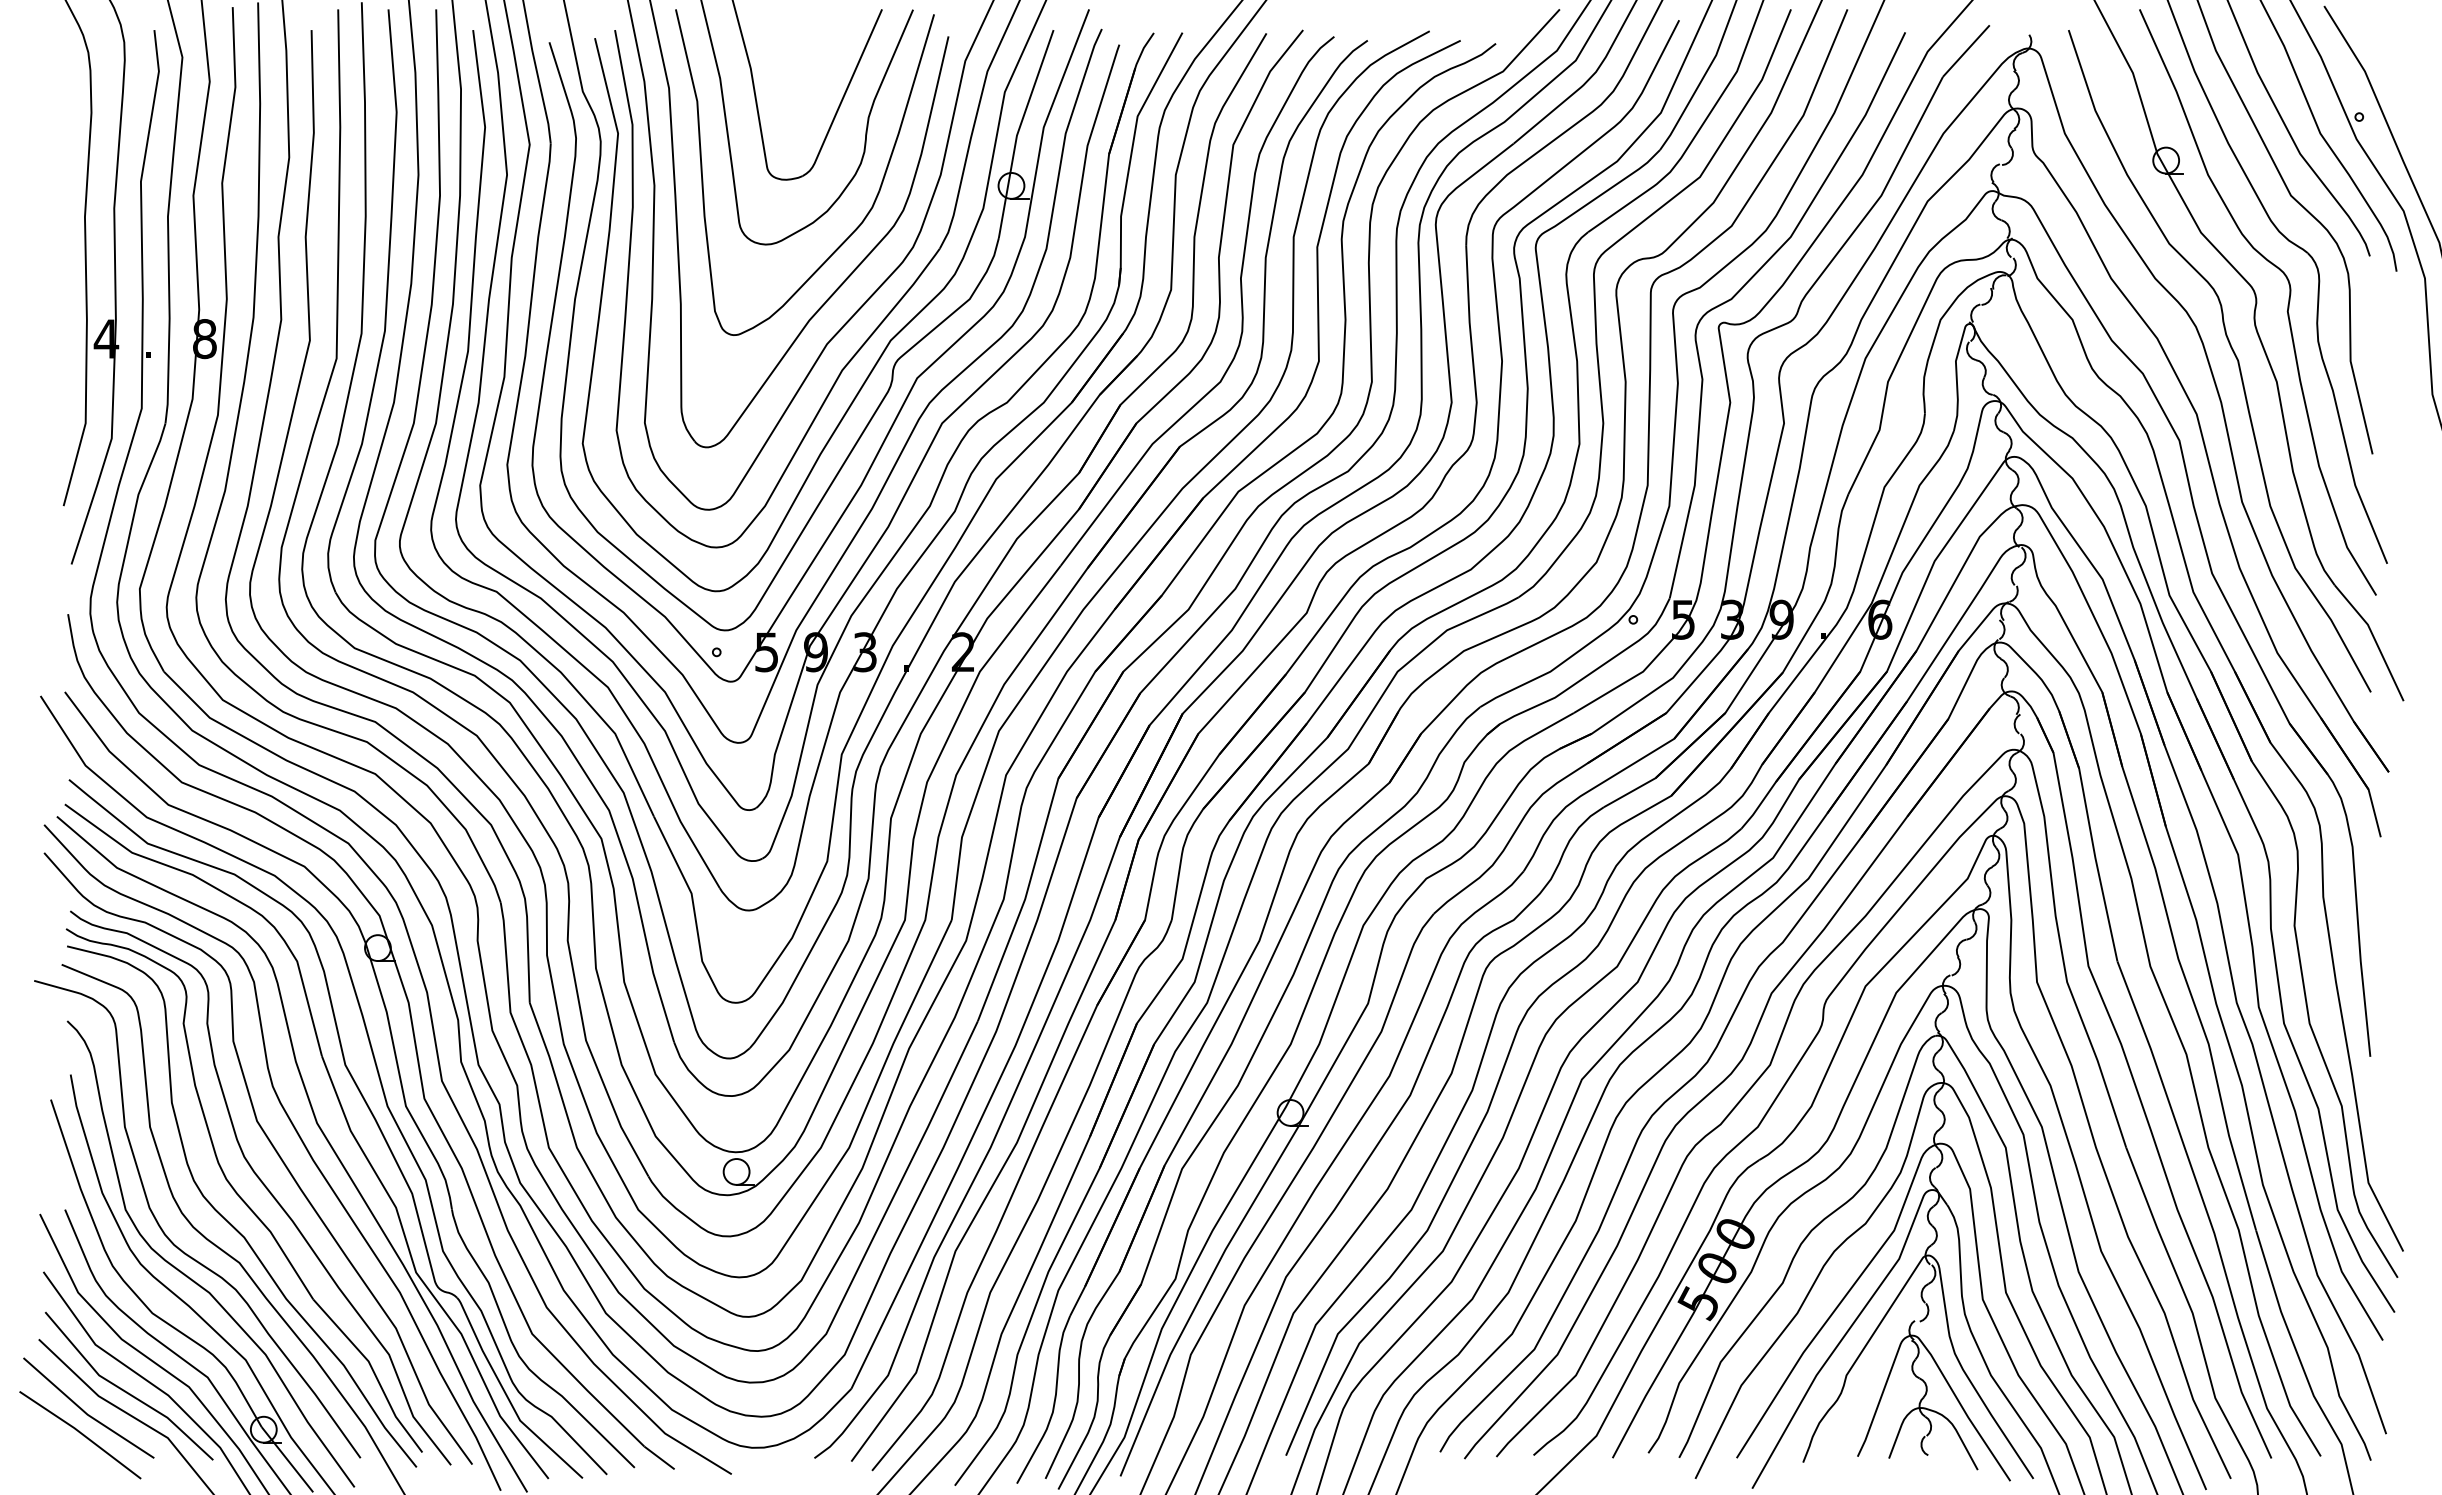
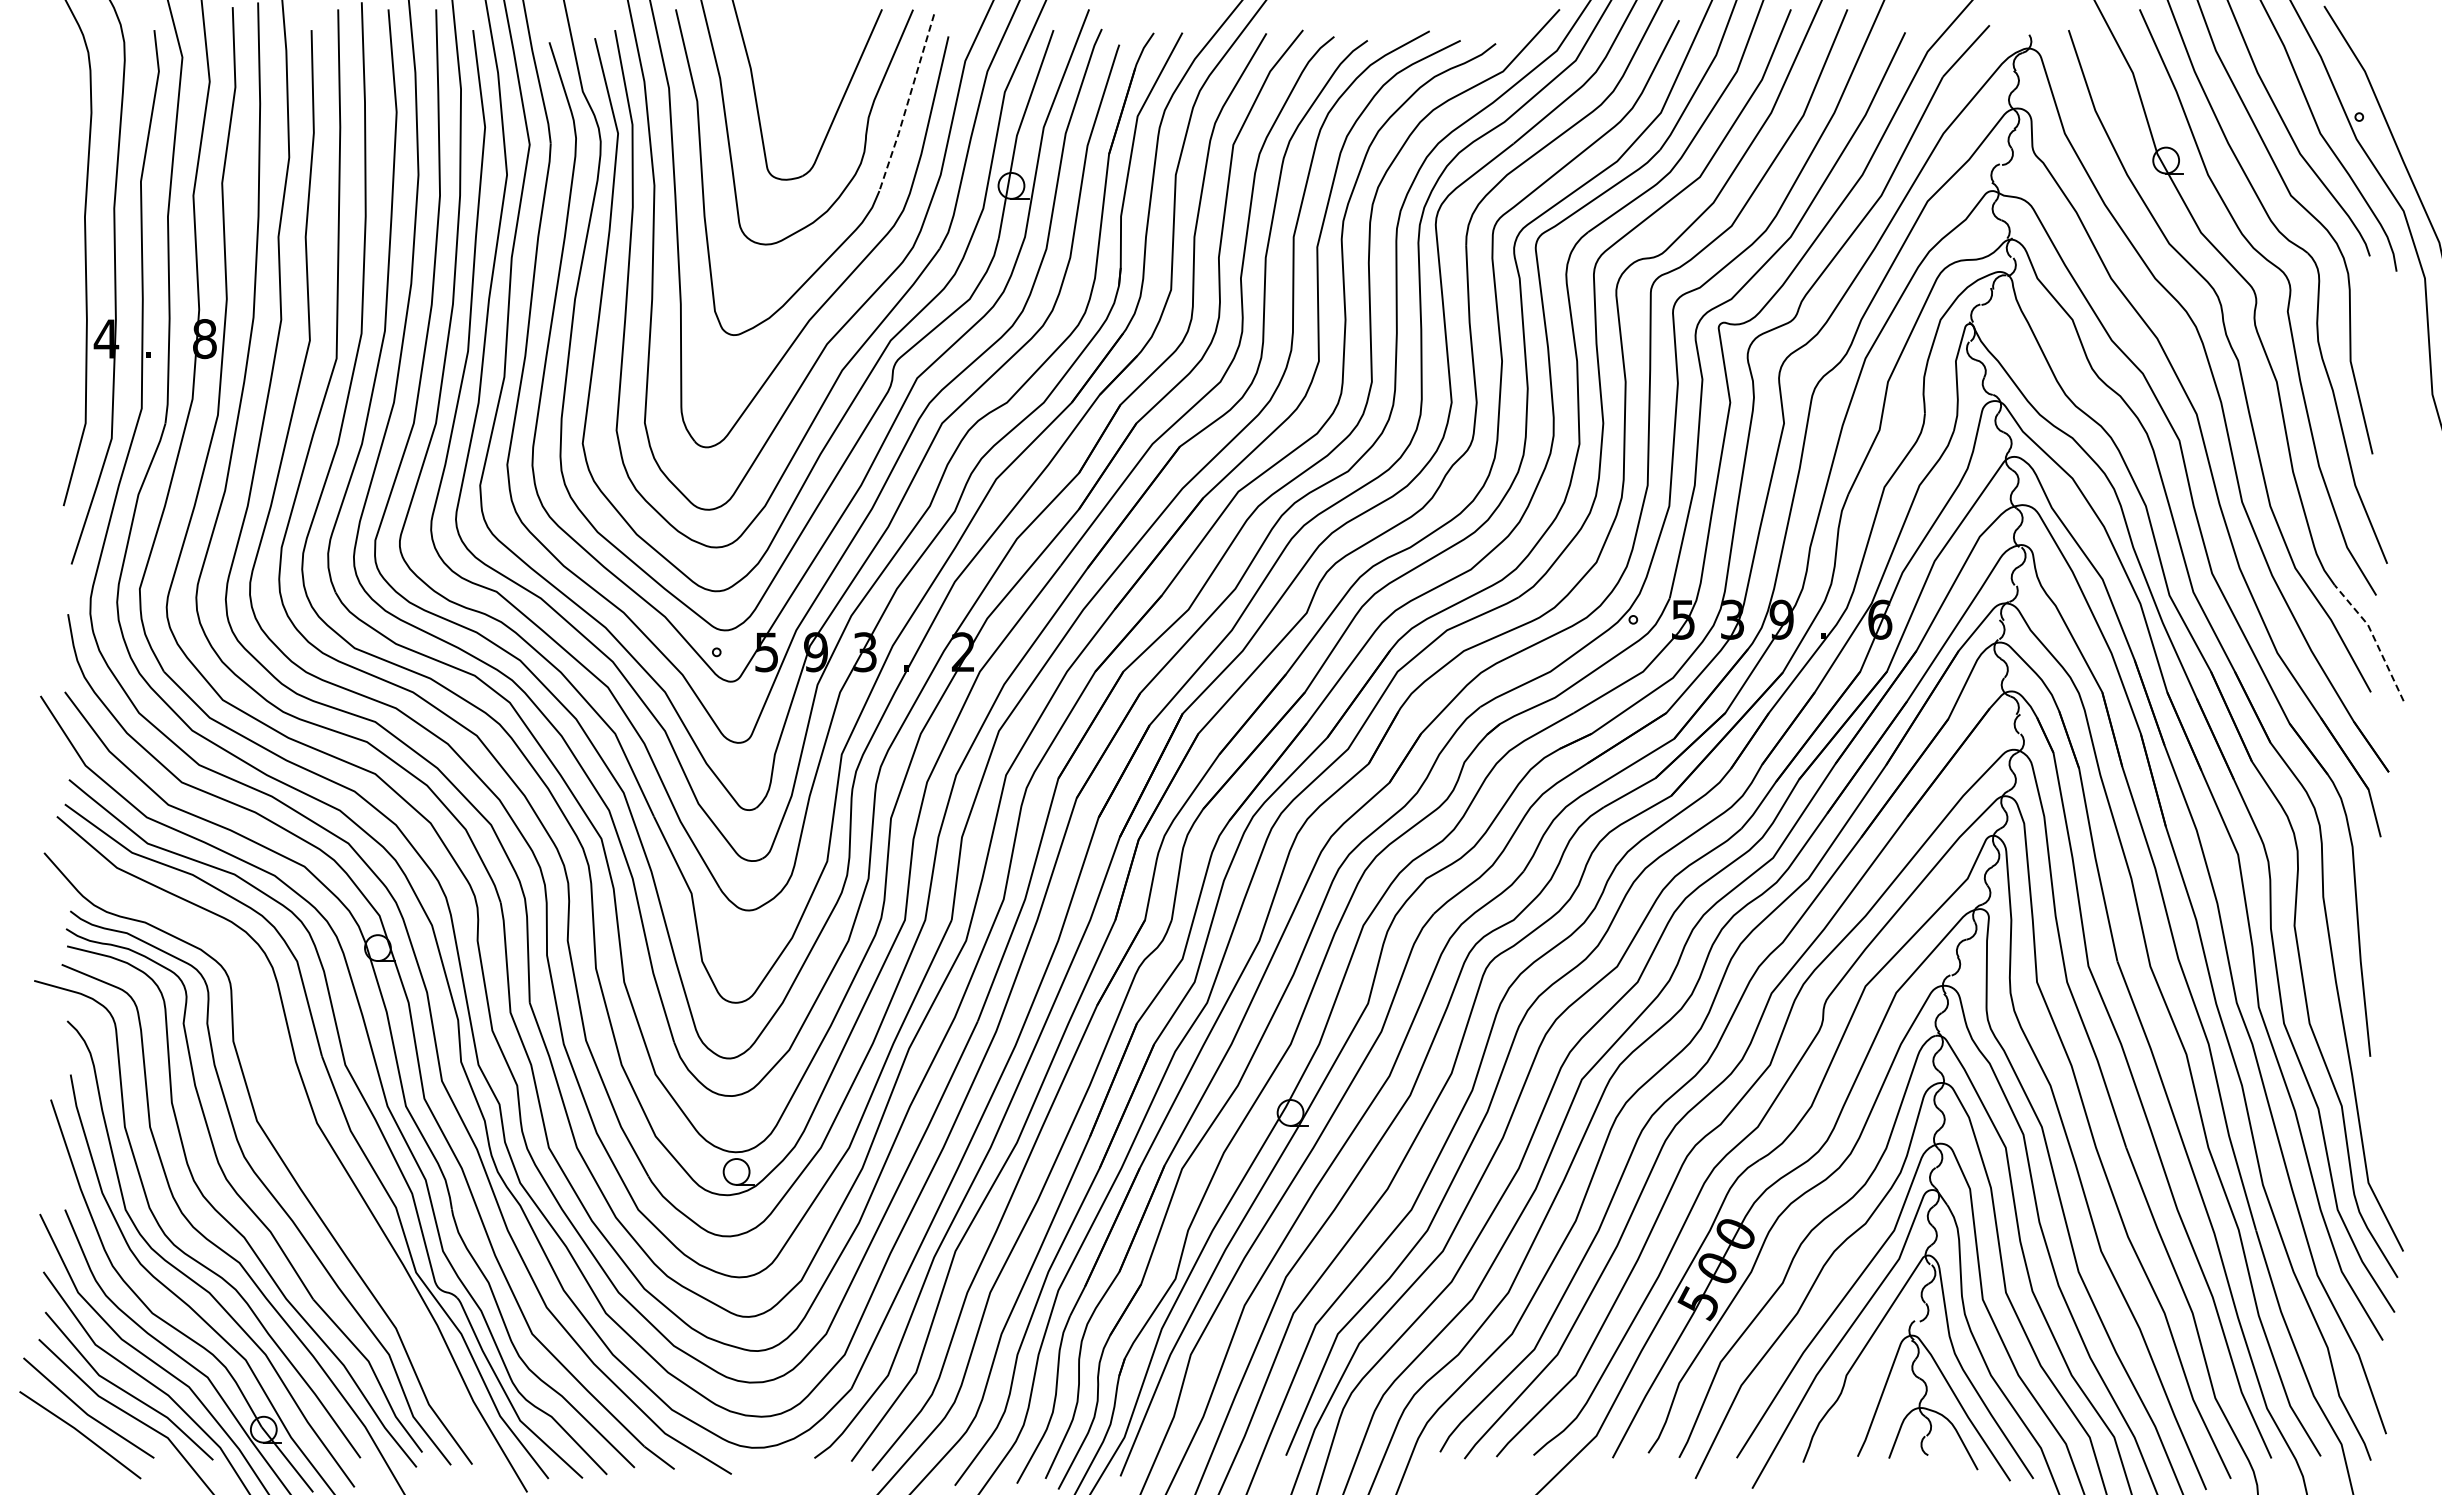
line at (907, 104): solid -> dashed
line at (2374, 639): solid -> dashed
curve at (300, 1140): present -> none
